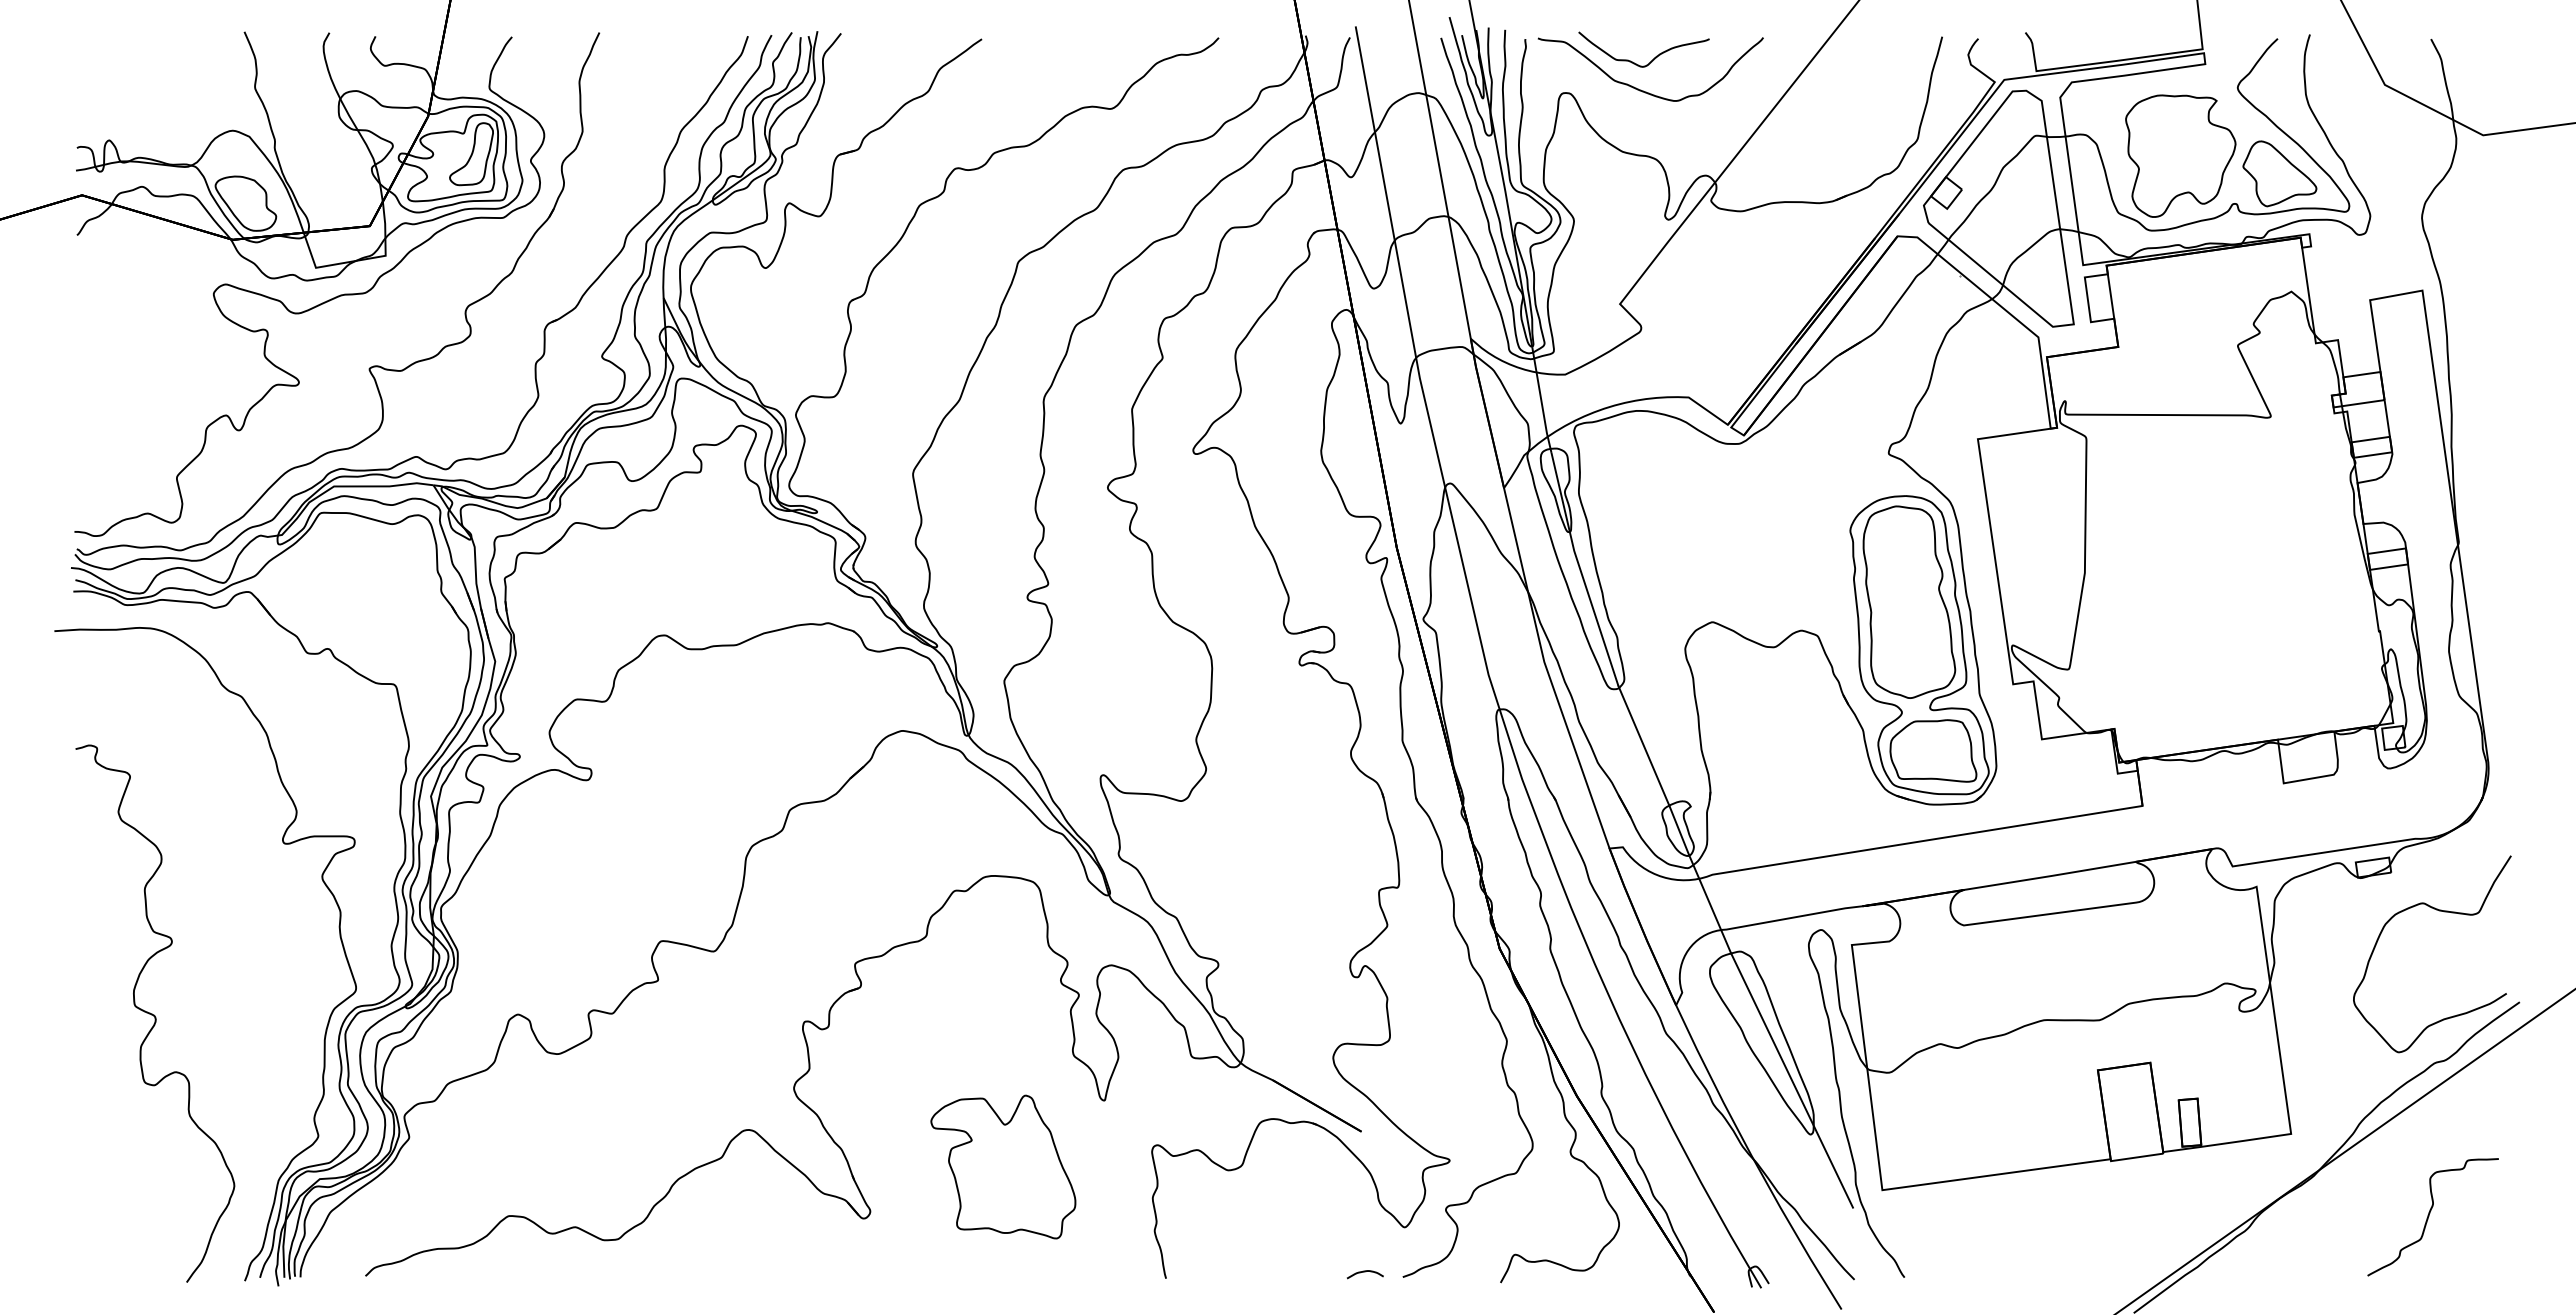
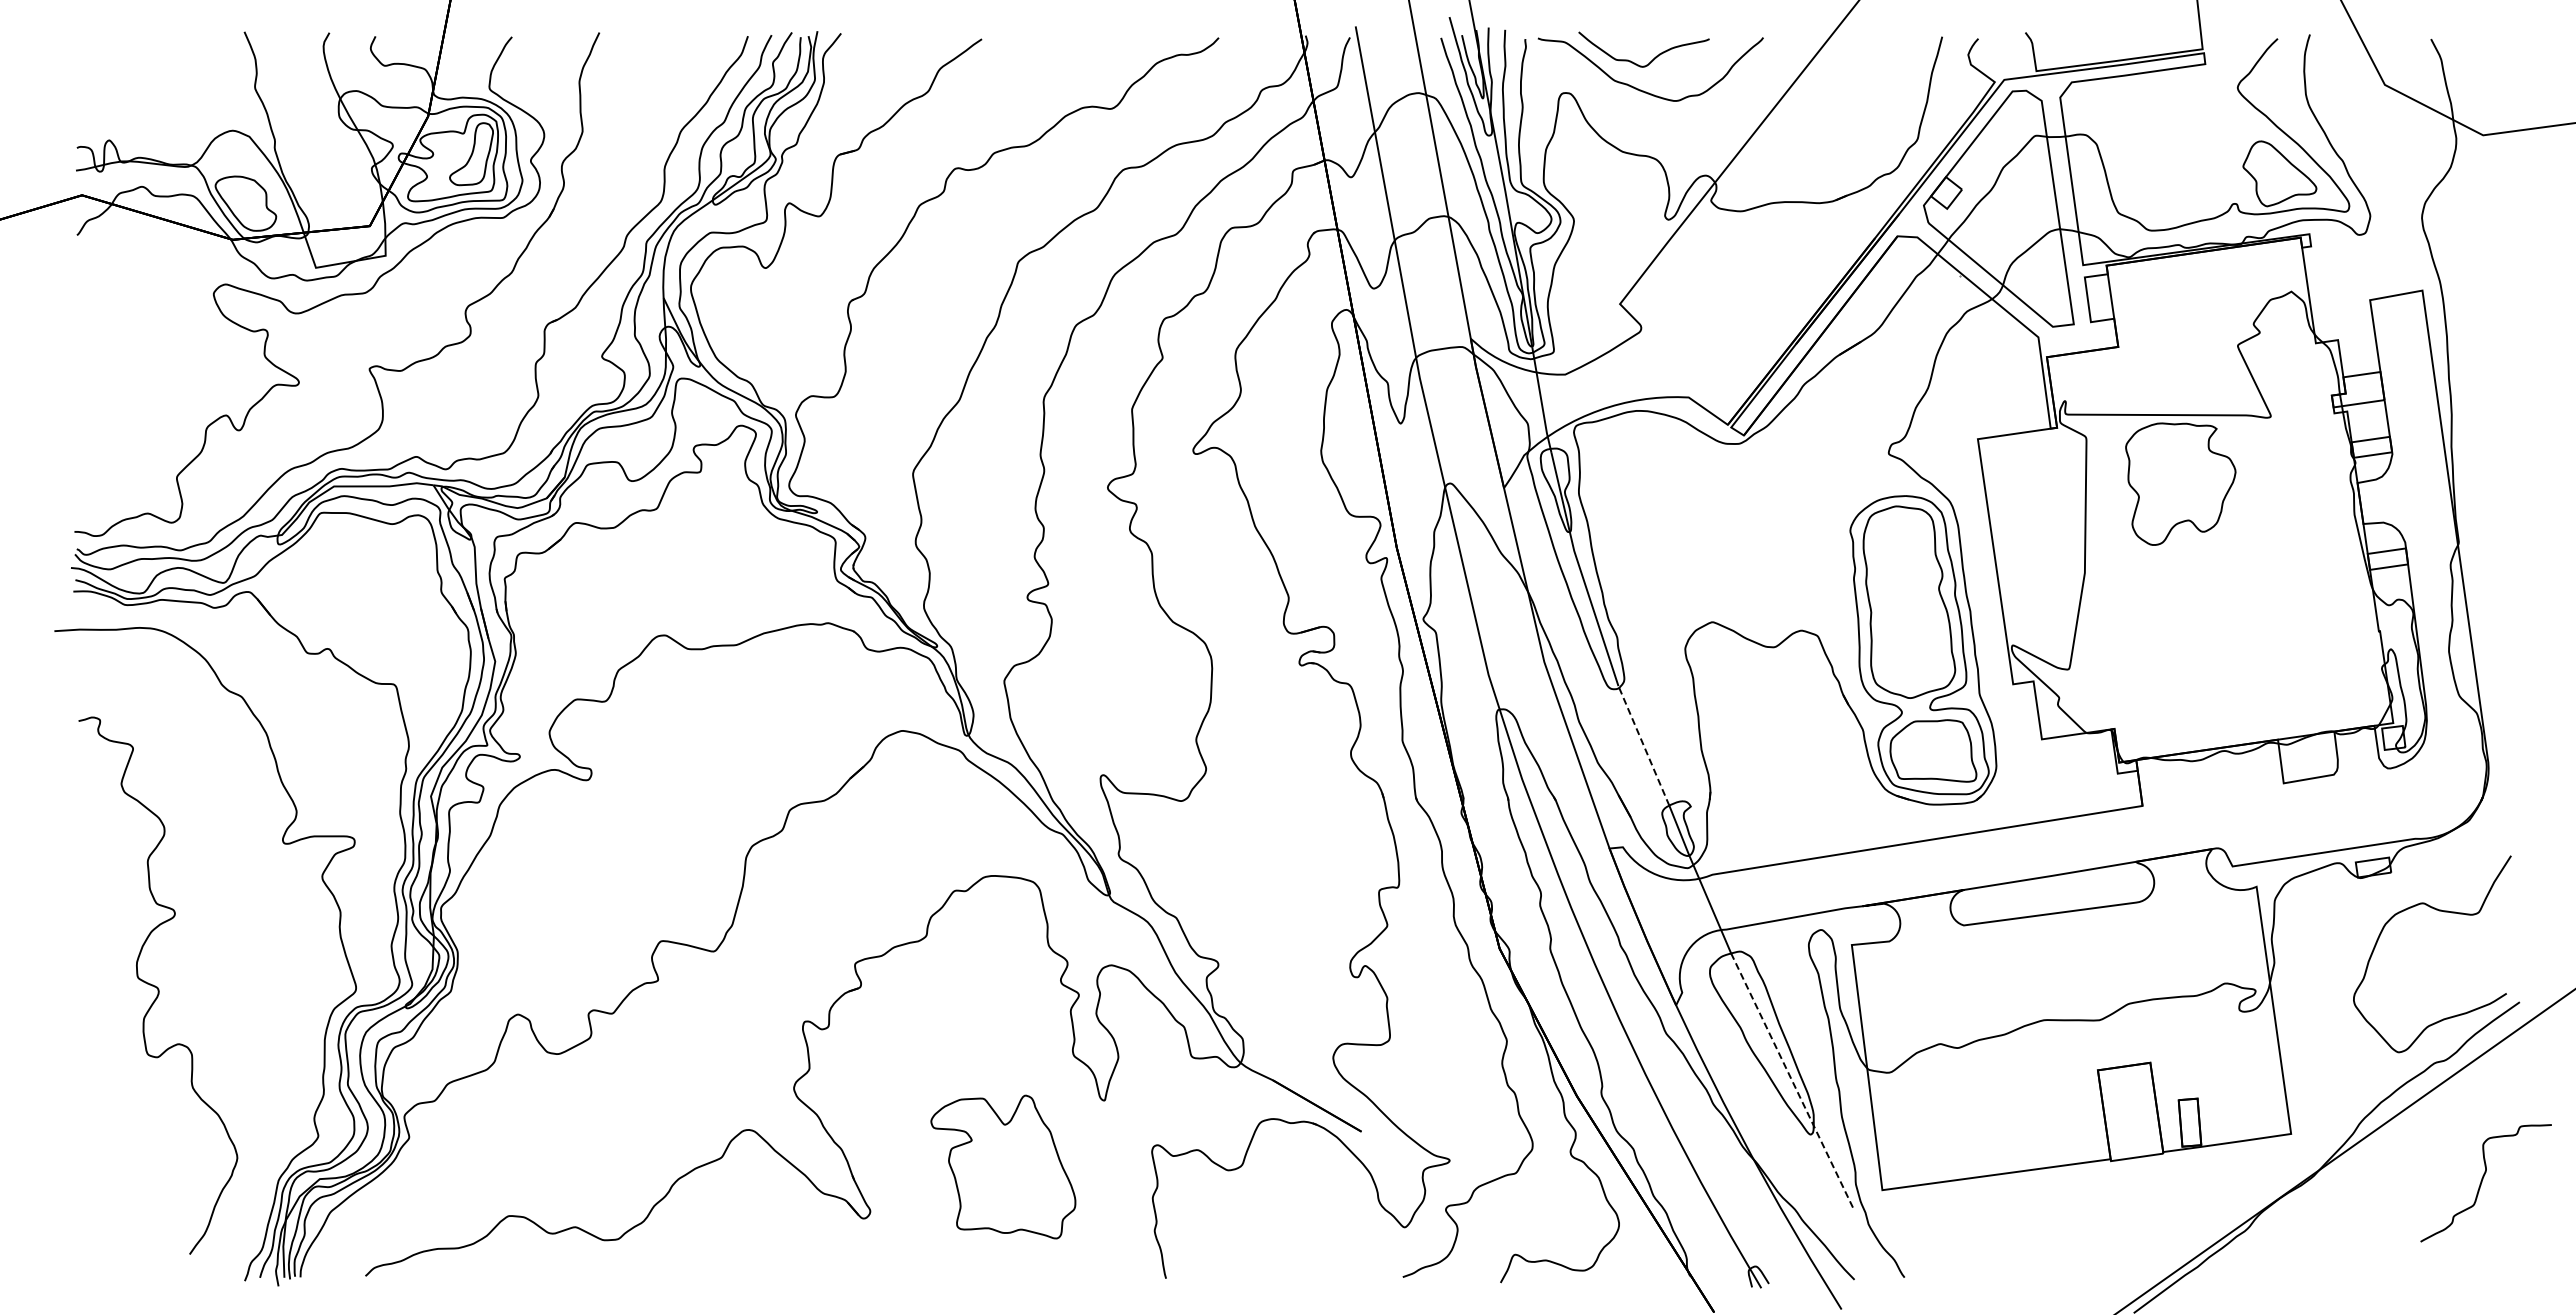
part at (2180, 155) position: (2180, 155) -> (2180, 483)
line at (1643, 745): solid -> dashed
curve at (154, 1014) position: (154, 1014) -> (157, 986)
line at (1792, 1080): solid -> dashed
curve at (2429, 1216) position: (2429, 1216) -> (2482, 1182)
curve at (1364, 1272): present -> none
